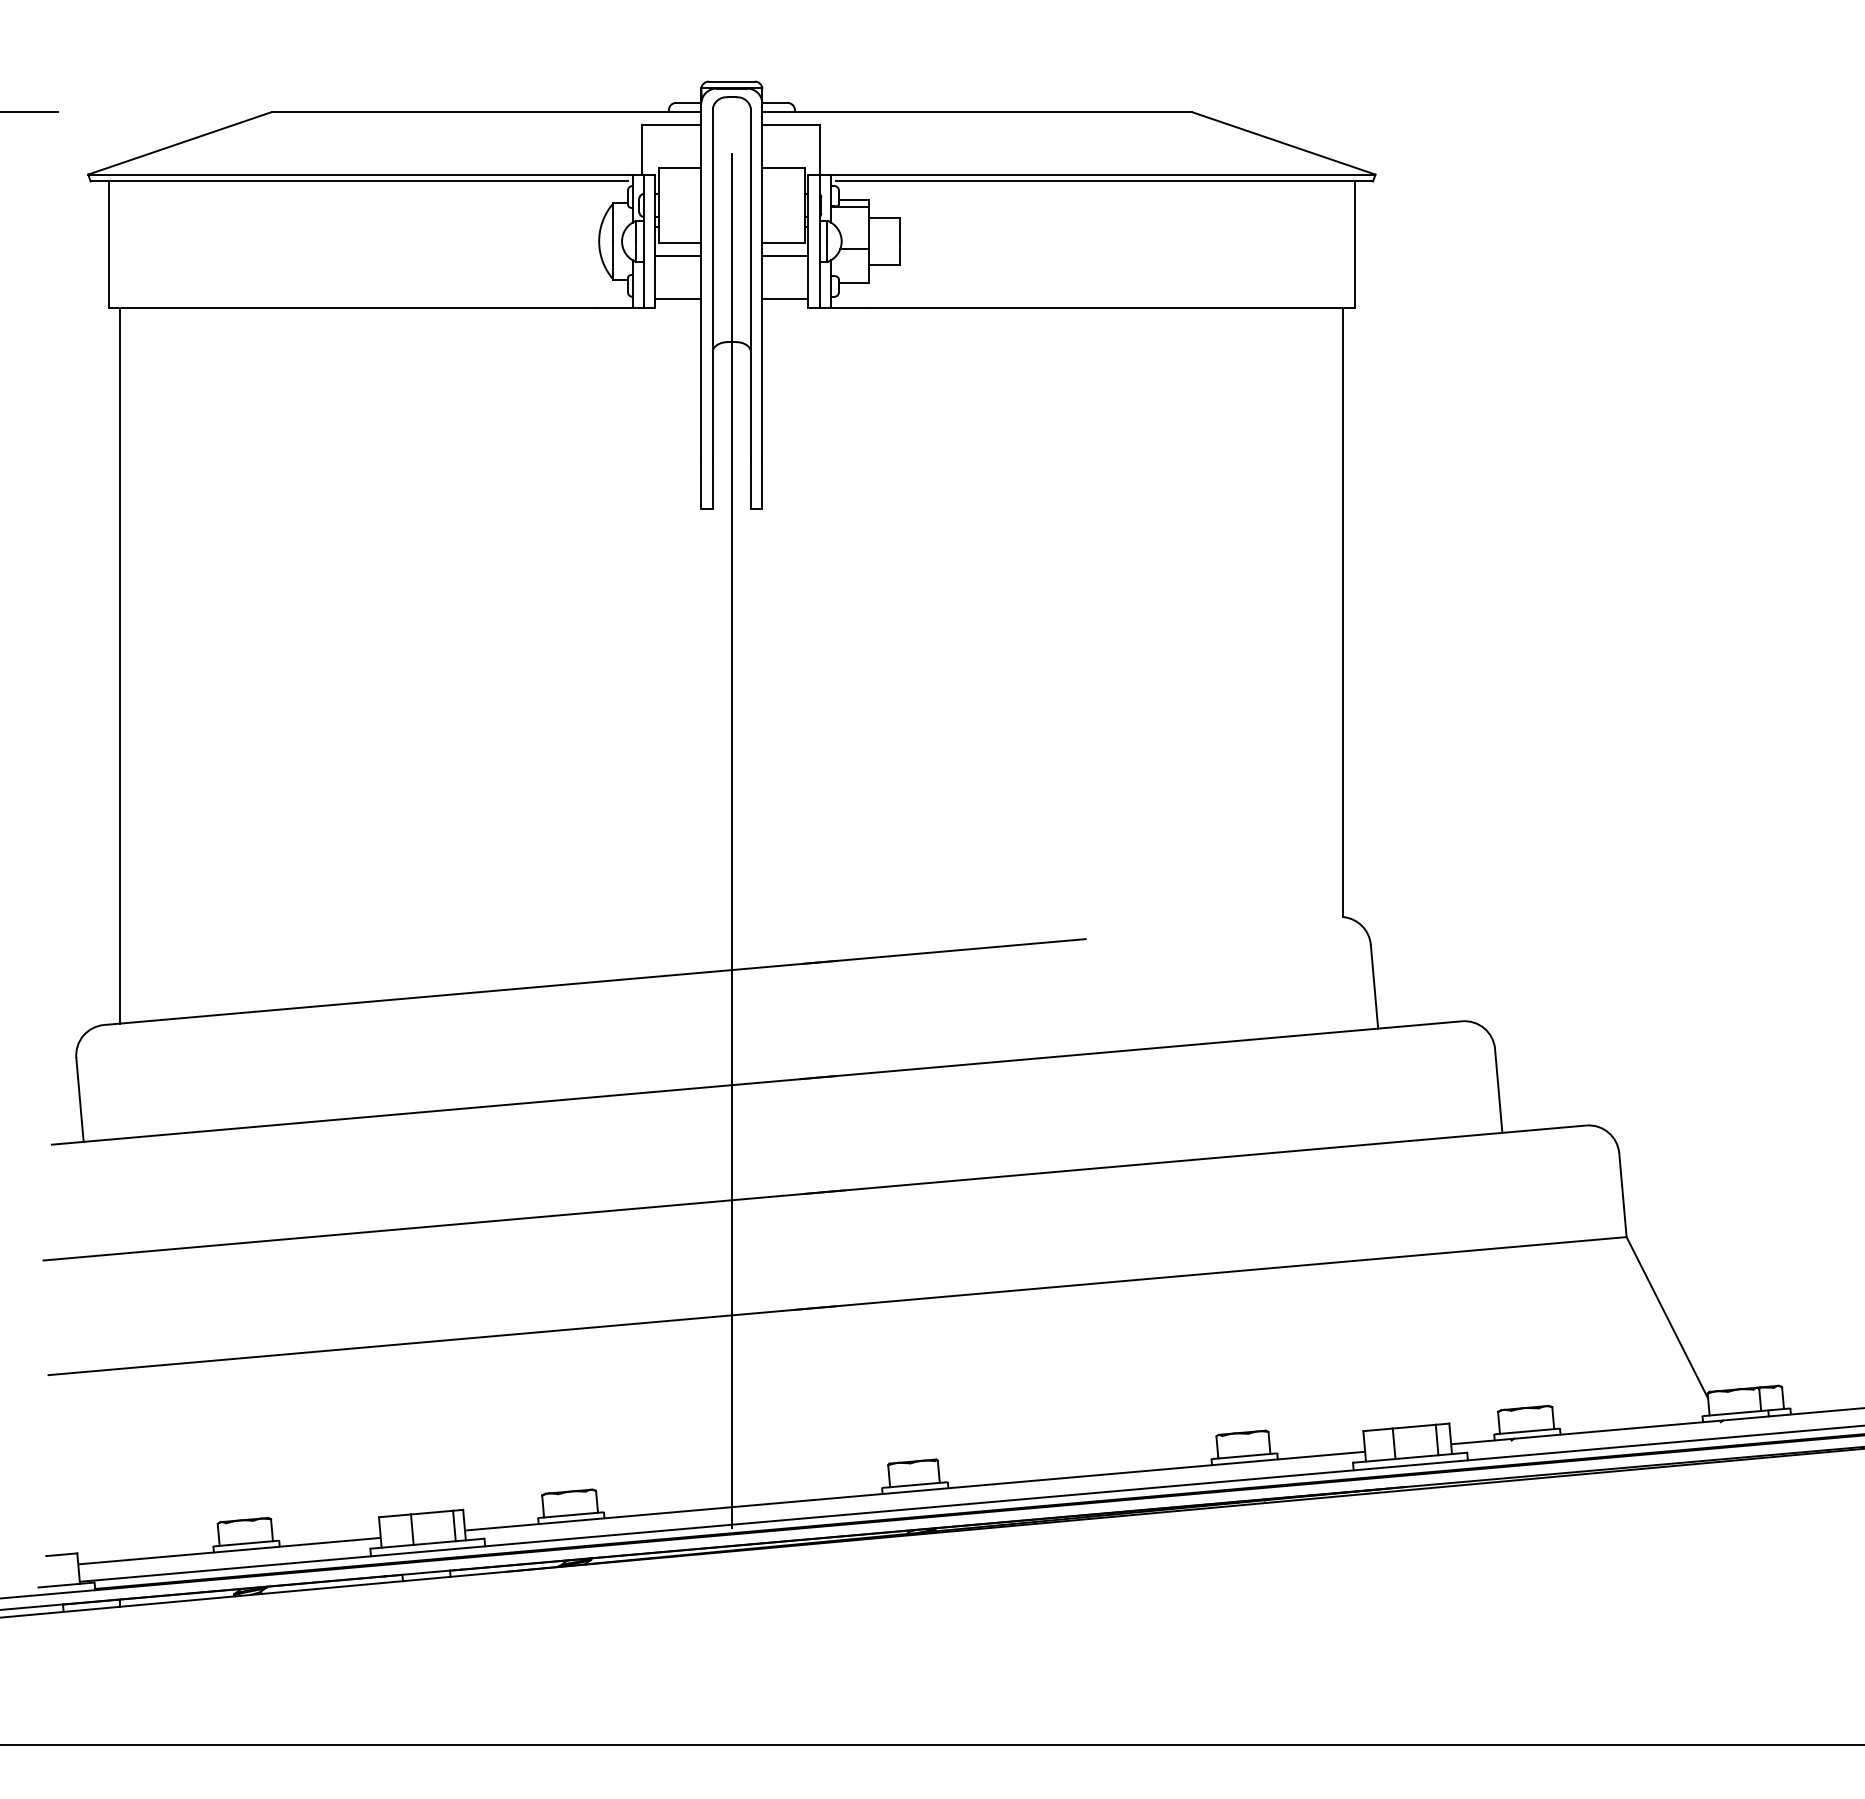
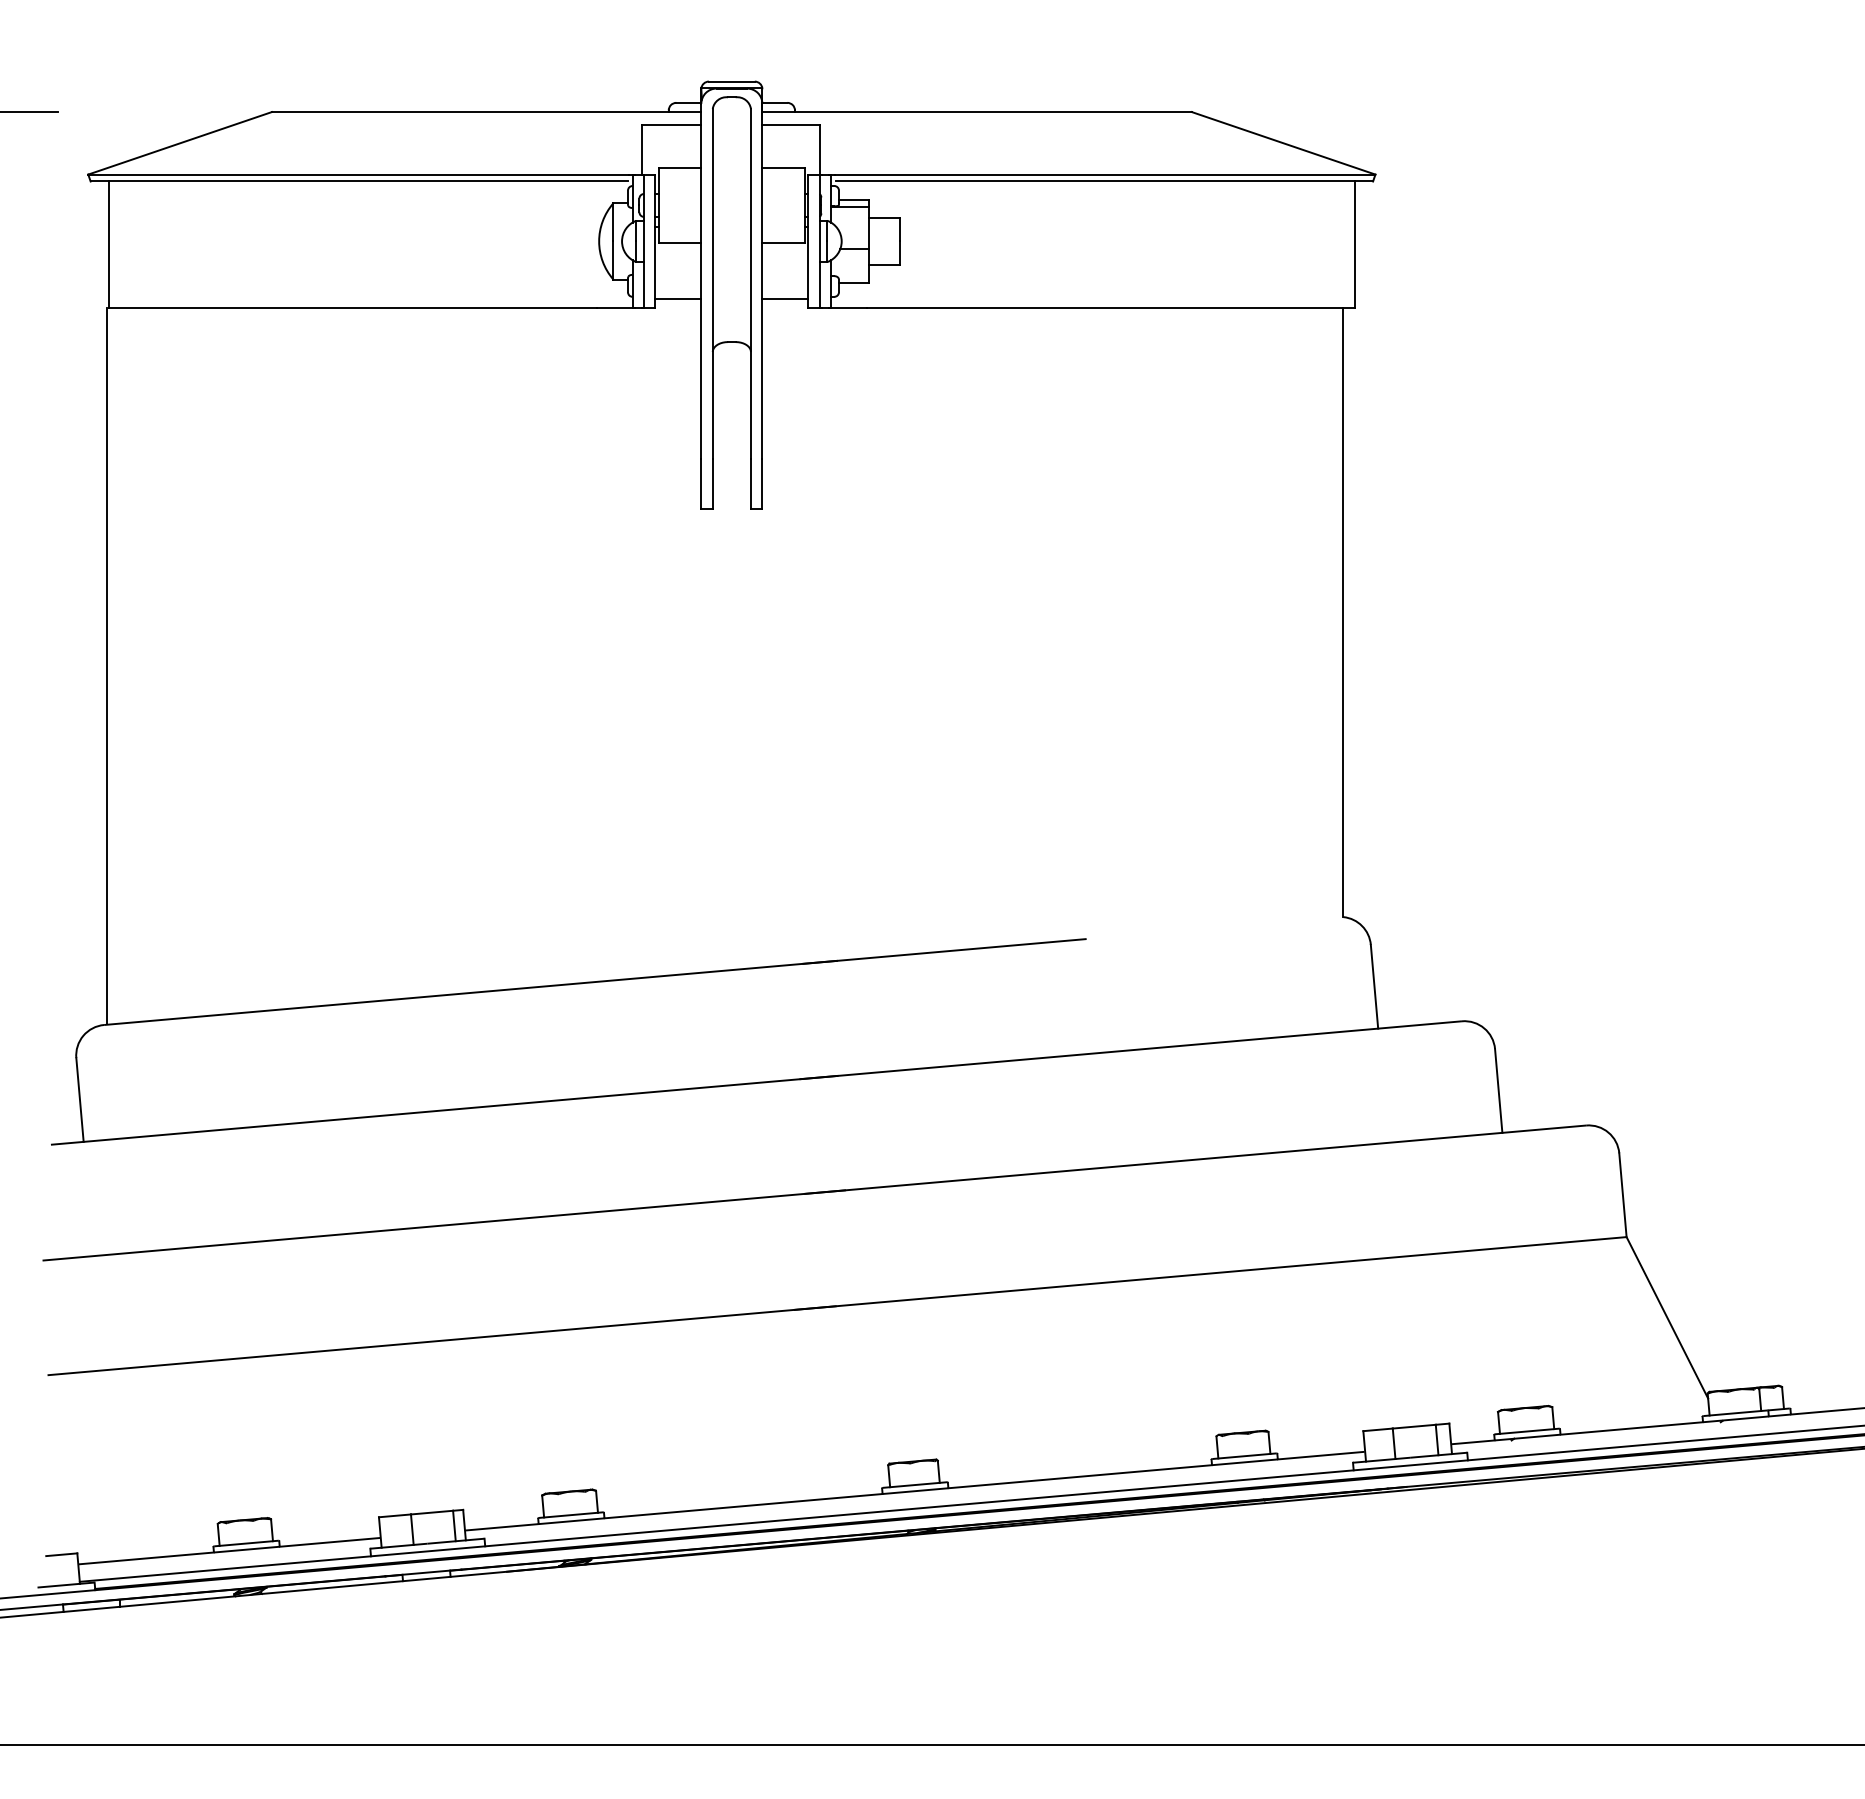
line at (678, 255): present -> none
line at (785, 255): present -> none
line at (120, 665) position: (120, 665) -> (107, 665)
line at (731, 765): present -> none
